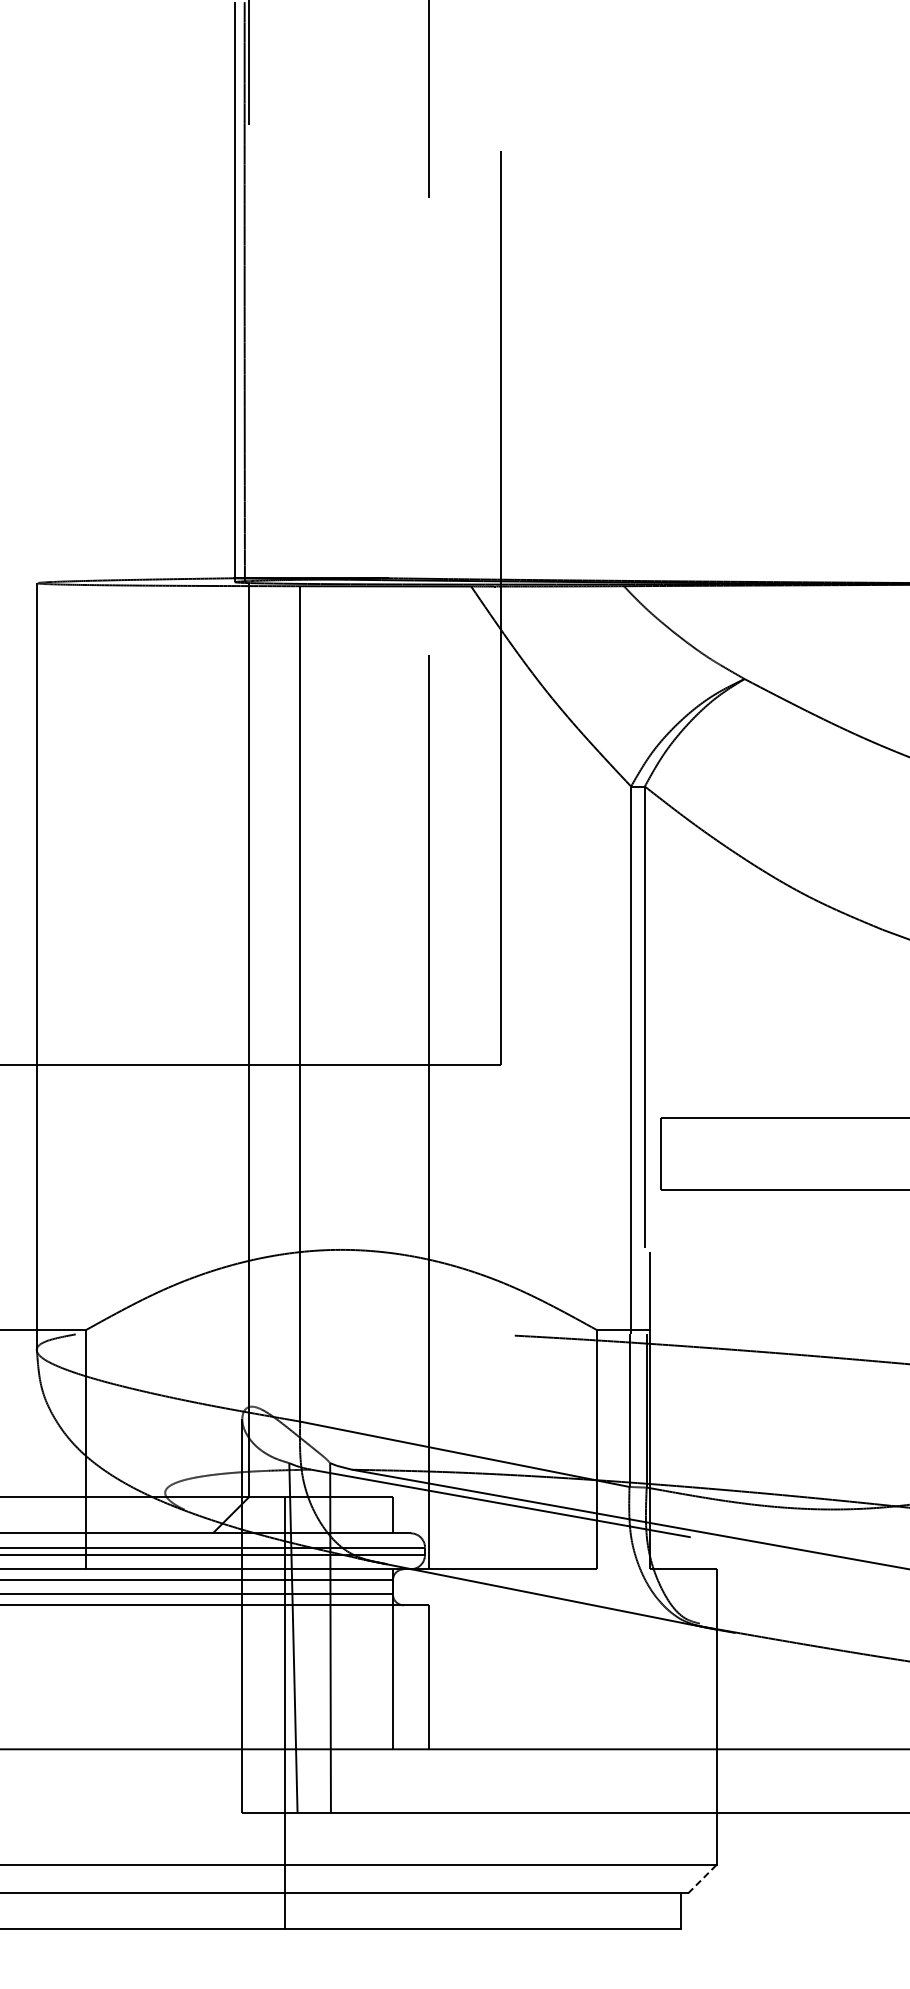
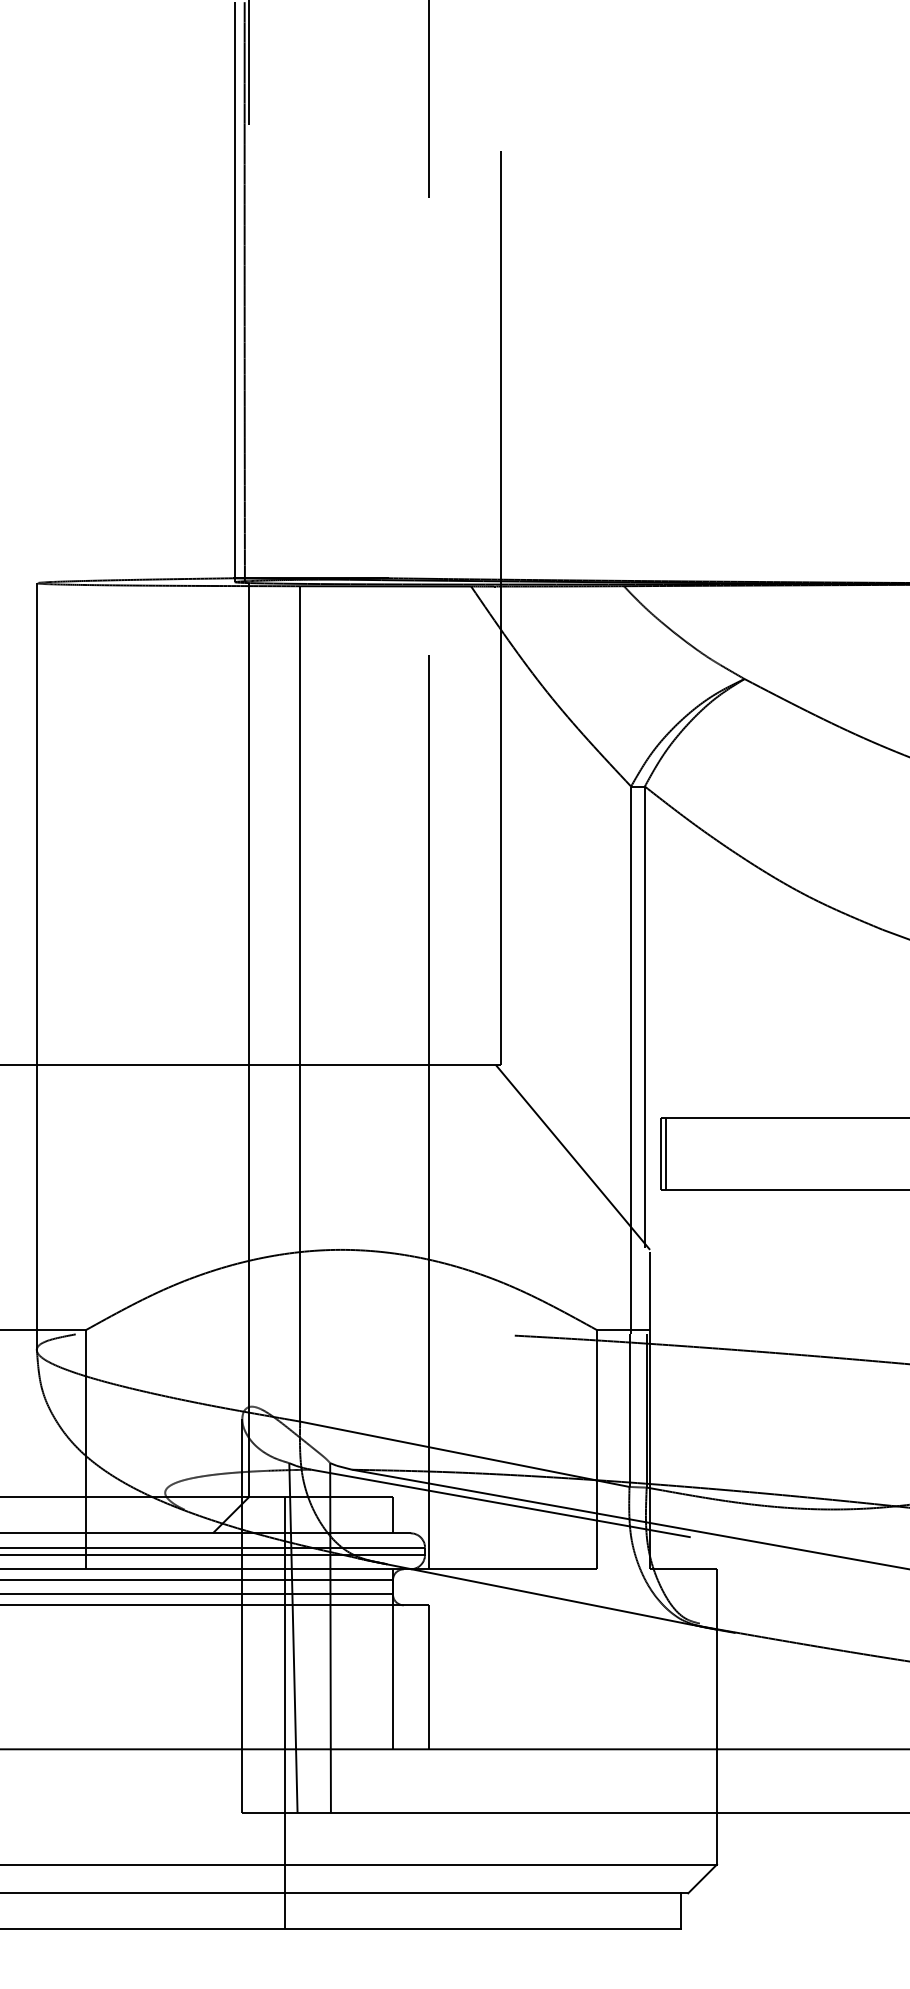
line at (665, 1154): none -> present
line at (573, 1157): none -> present
line at (702, 1878): dashed -> solid
